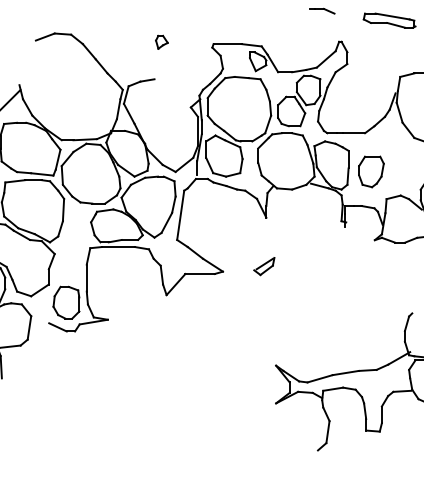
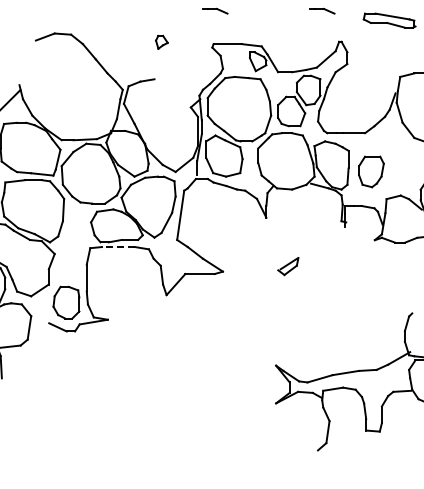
part at (215, 10): none -> present
line at (117, 247): solid -> dashed
part at (264, 266) position: (264, 266) -> (288, 266)
